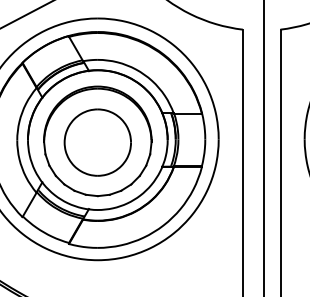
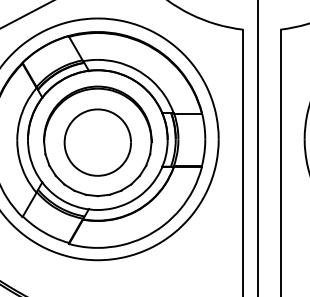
line at (264, 147) position: (264, 147) -> (258, 147)
